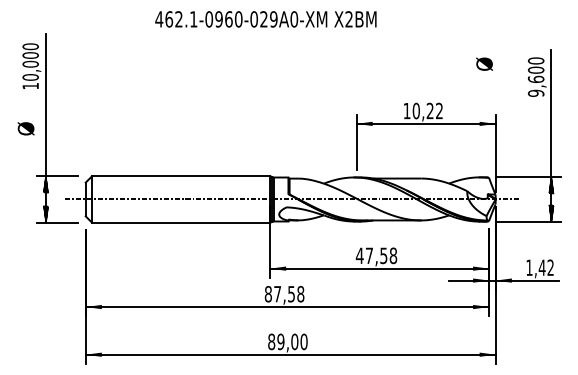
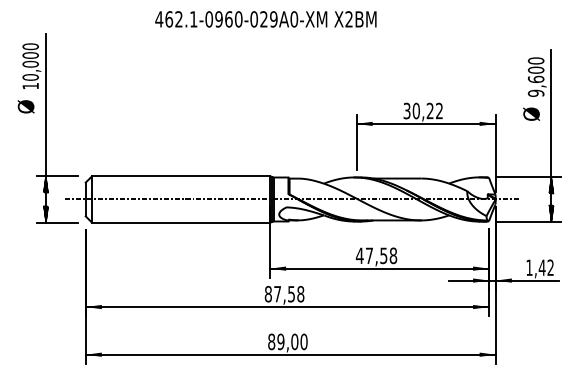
text at (484, 63) position: (484, 63) -> (531, 113)
text at (406, 110): 10,22 -> 30,22
text at (25, 128) position: (25, 128) -> (25, 106)
